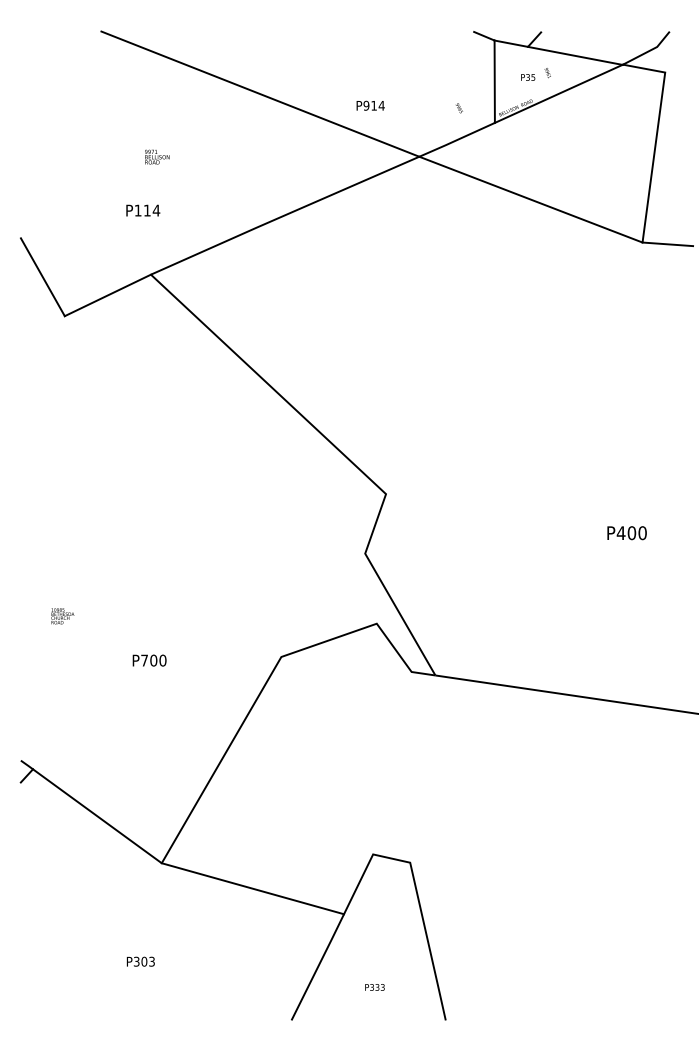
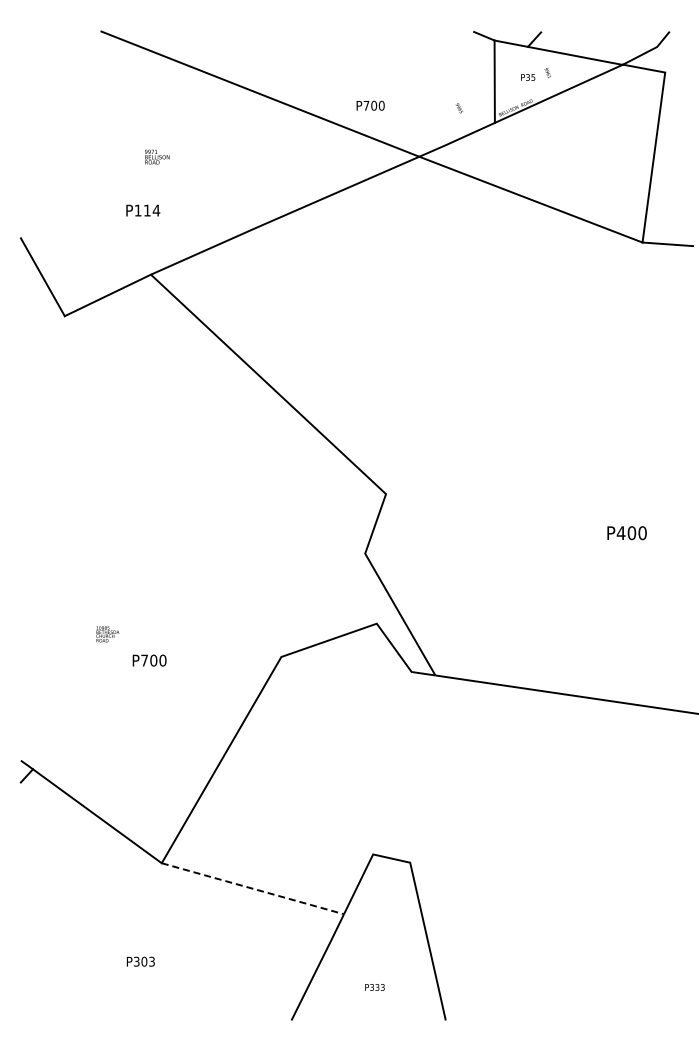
text at (373, 105): P914 -> P700
text at (62, 616) position: (62, 616) -> (107, 634)
line at (252, 888): solid -> dashed
